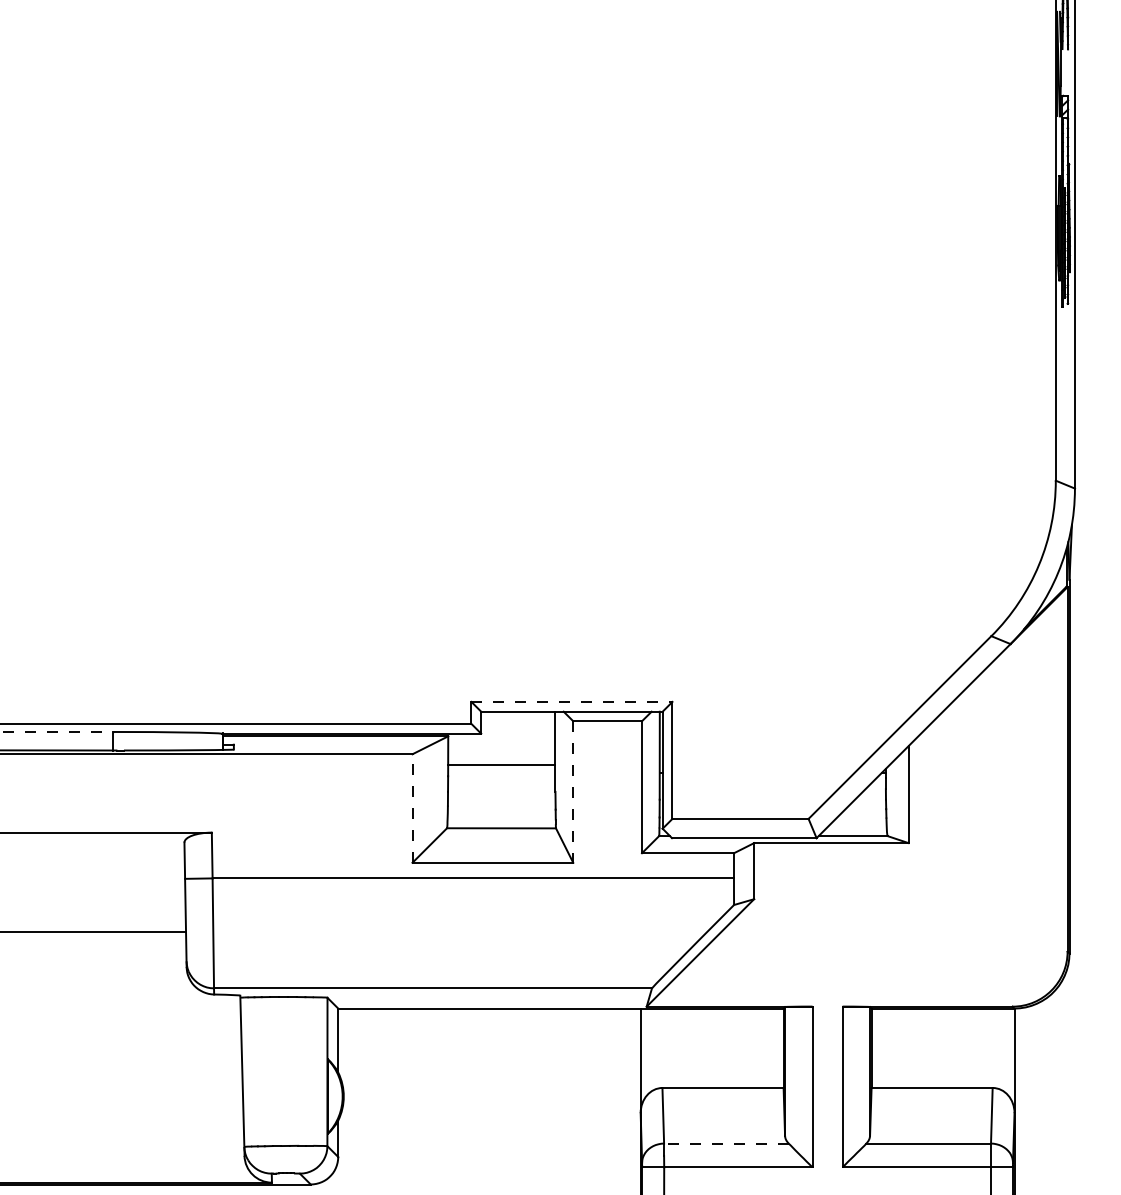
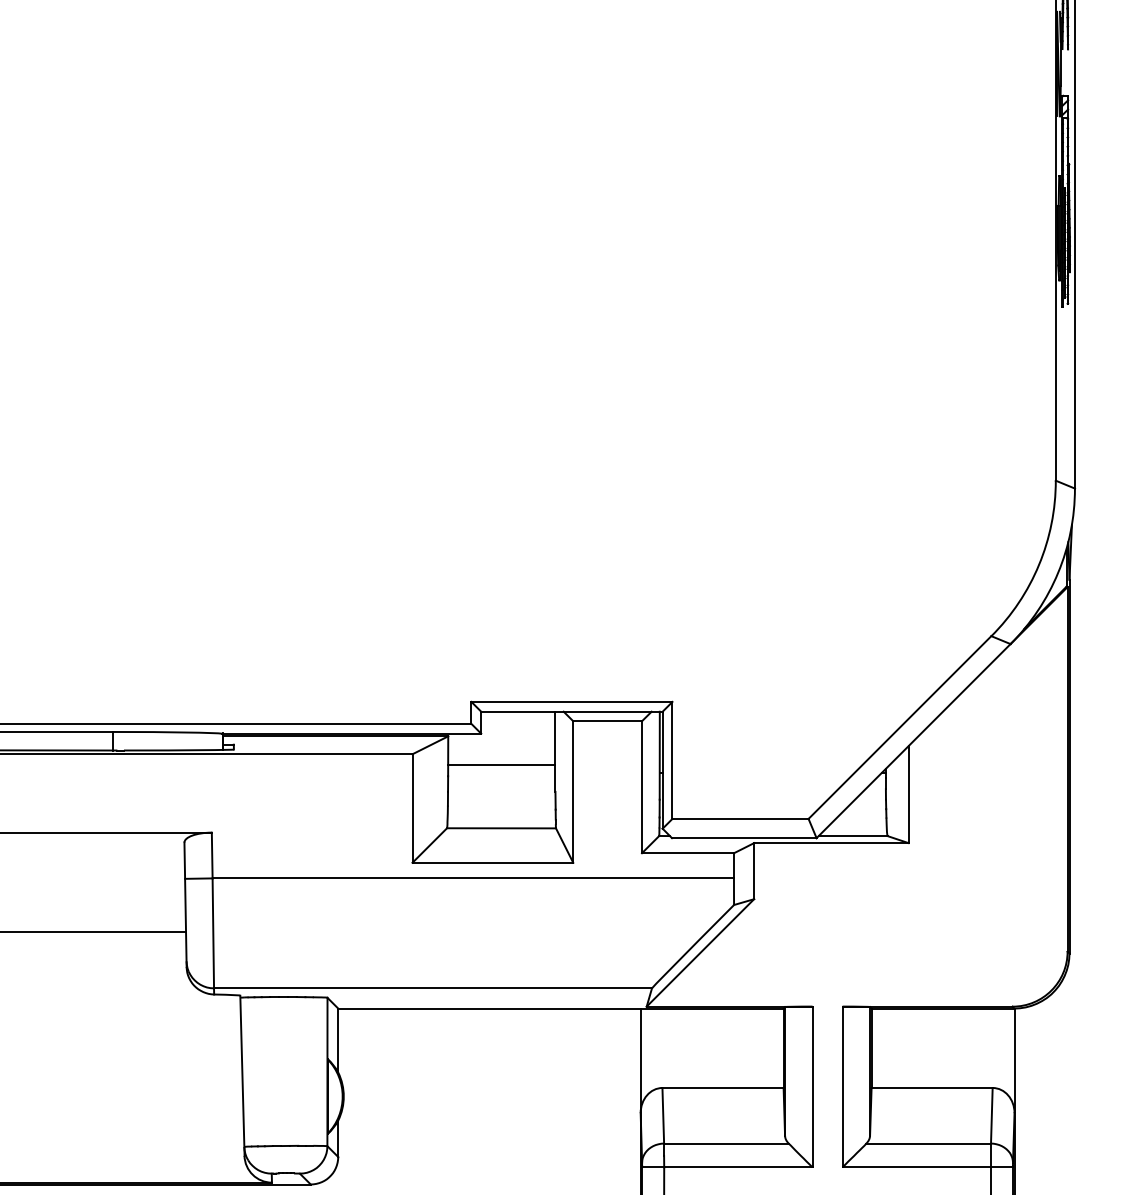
line at (571, 701): dashed -> solid
line at (56, 731): dashed -> solid
line at (573, 792): dashed -> solid
line at (412, 808): dashed -> solid
line at (725, 1143): dashed -> solid
